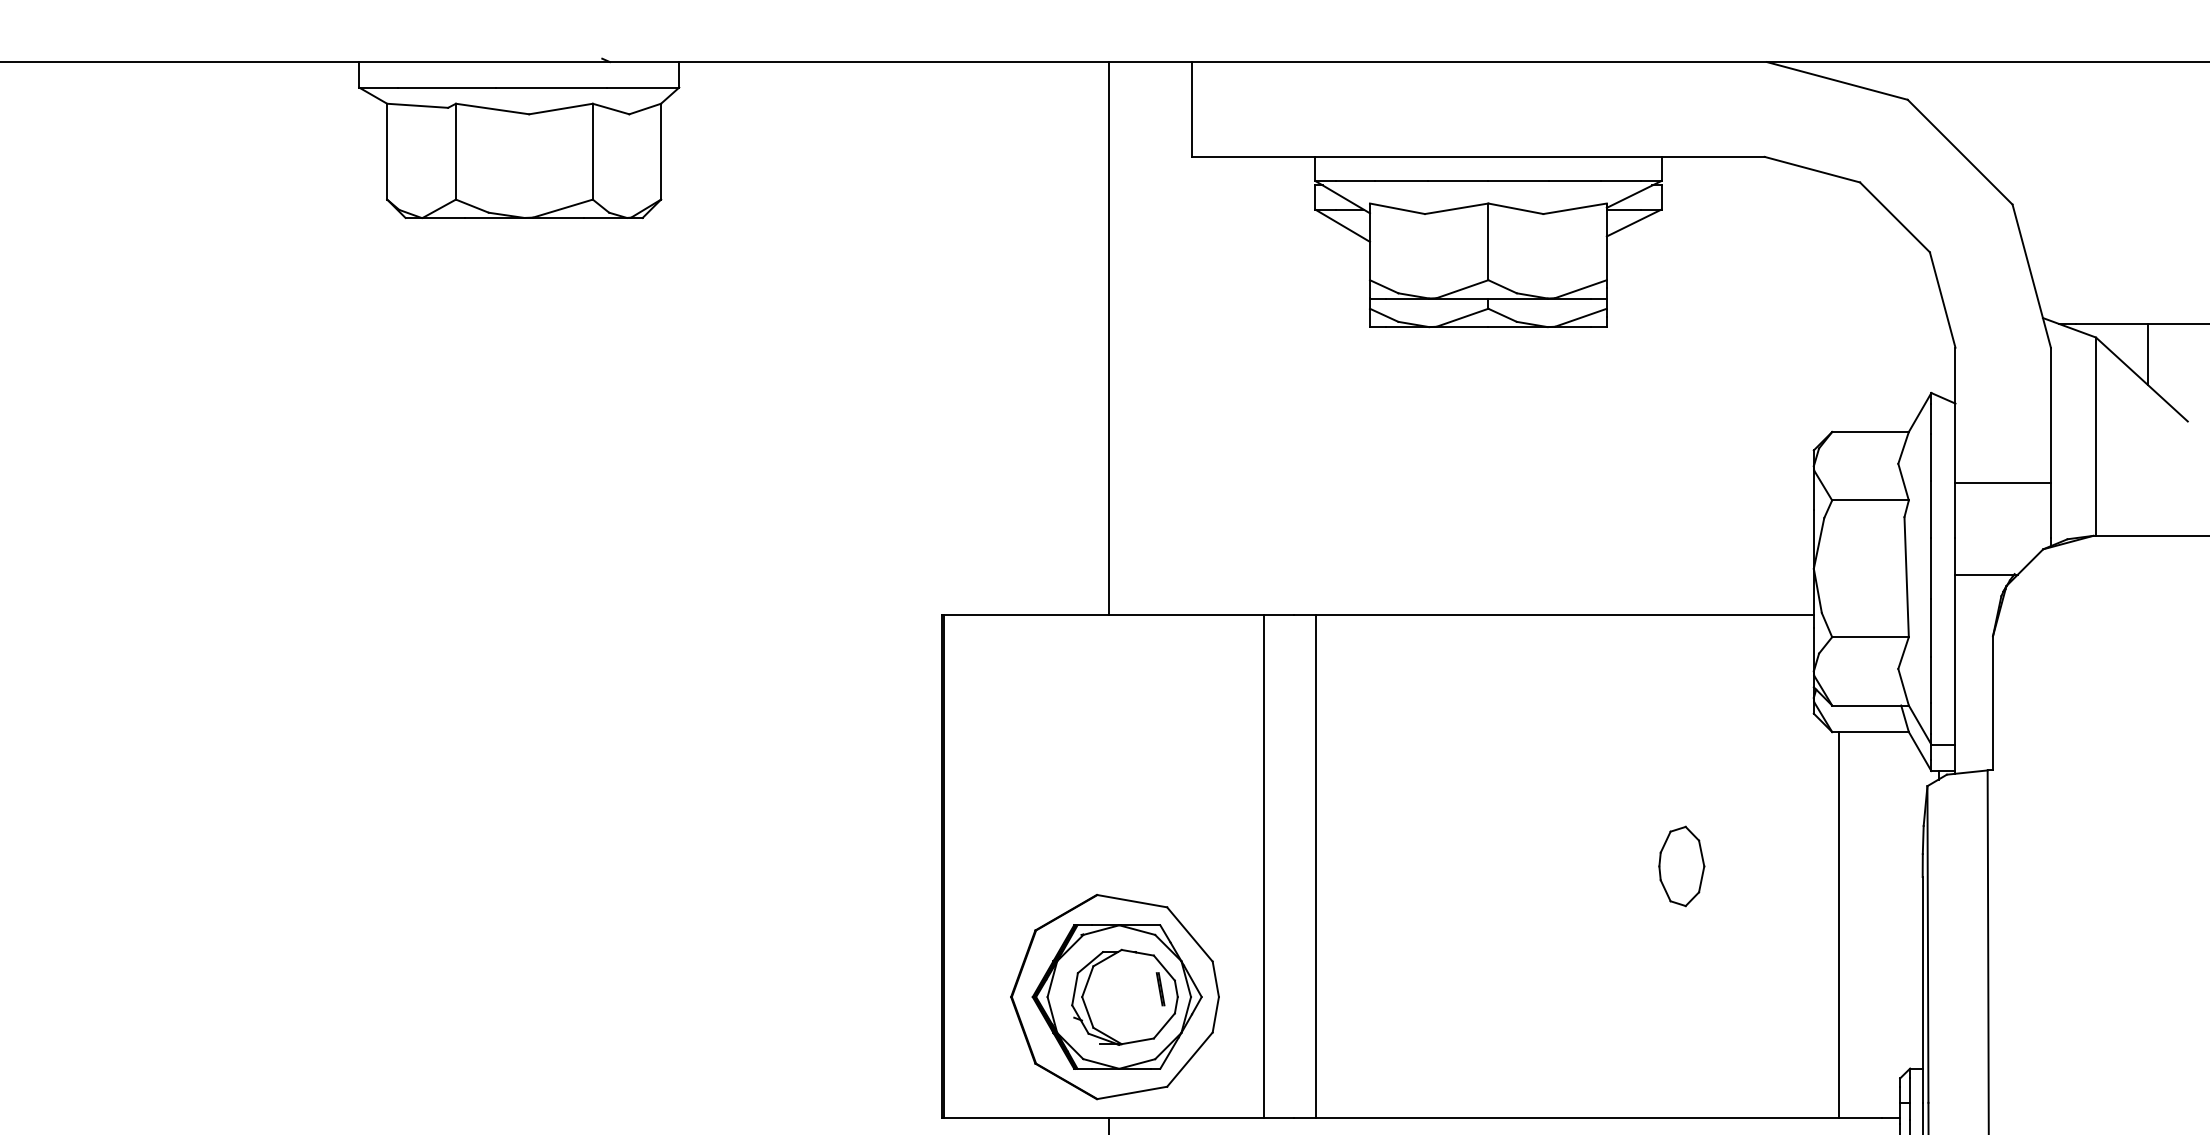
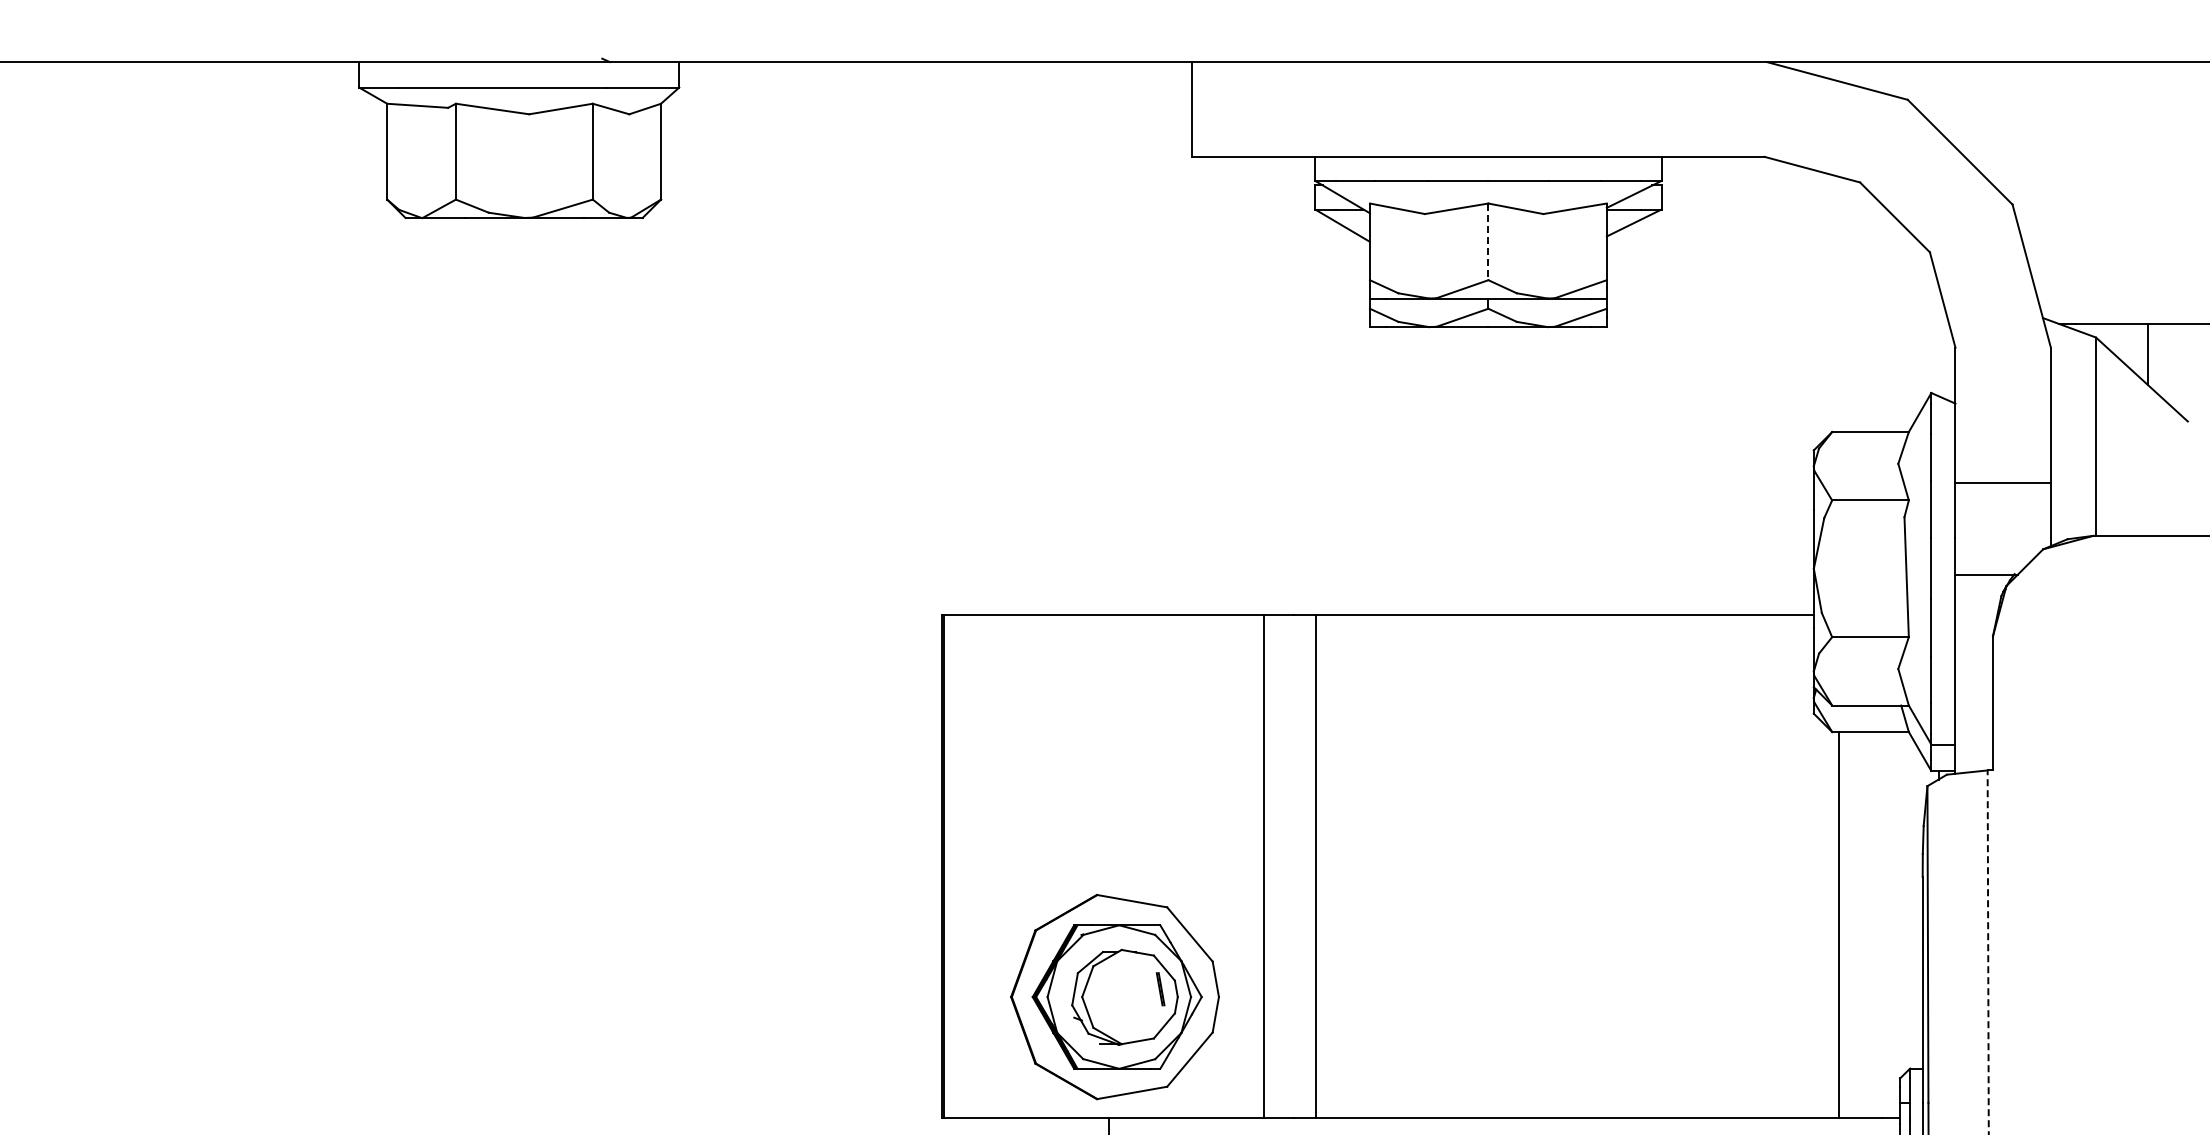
line at (1488, 242): solid -> dashed
line at (1109, 338): present -> none
part at (1681, 866): present -> none
line at (1988, 952): solid -> dashed
